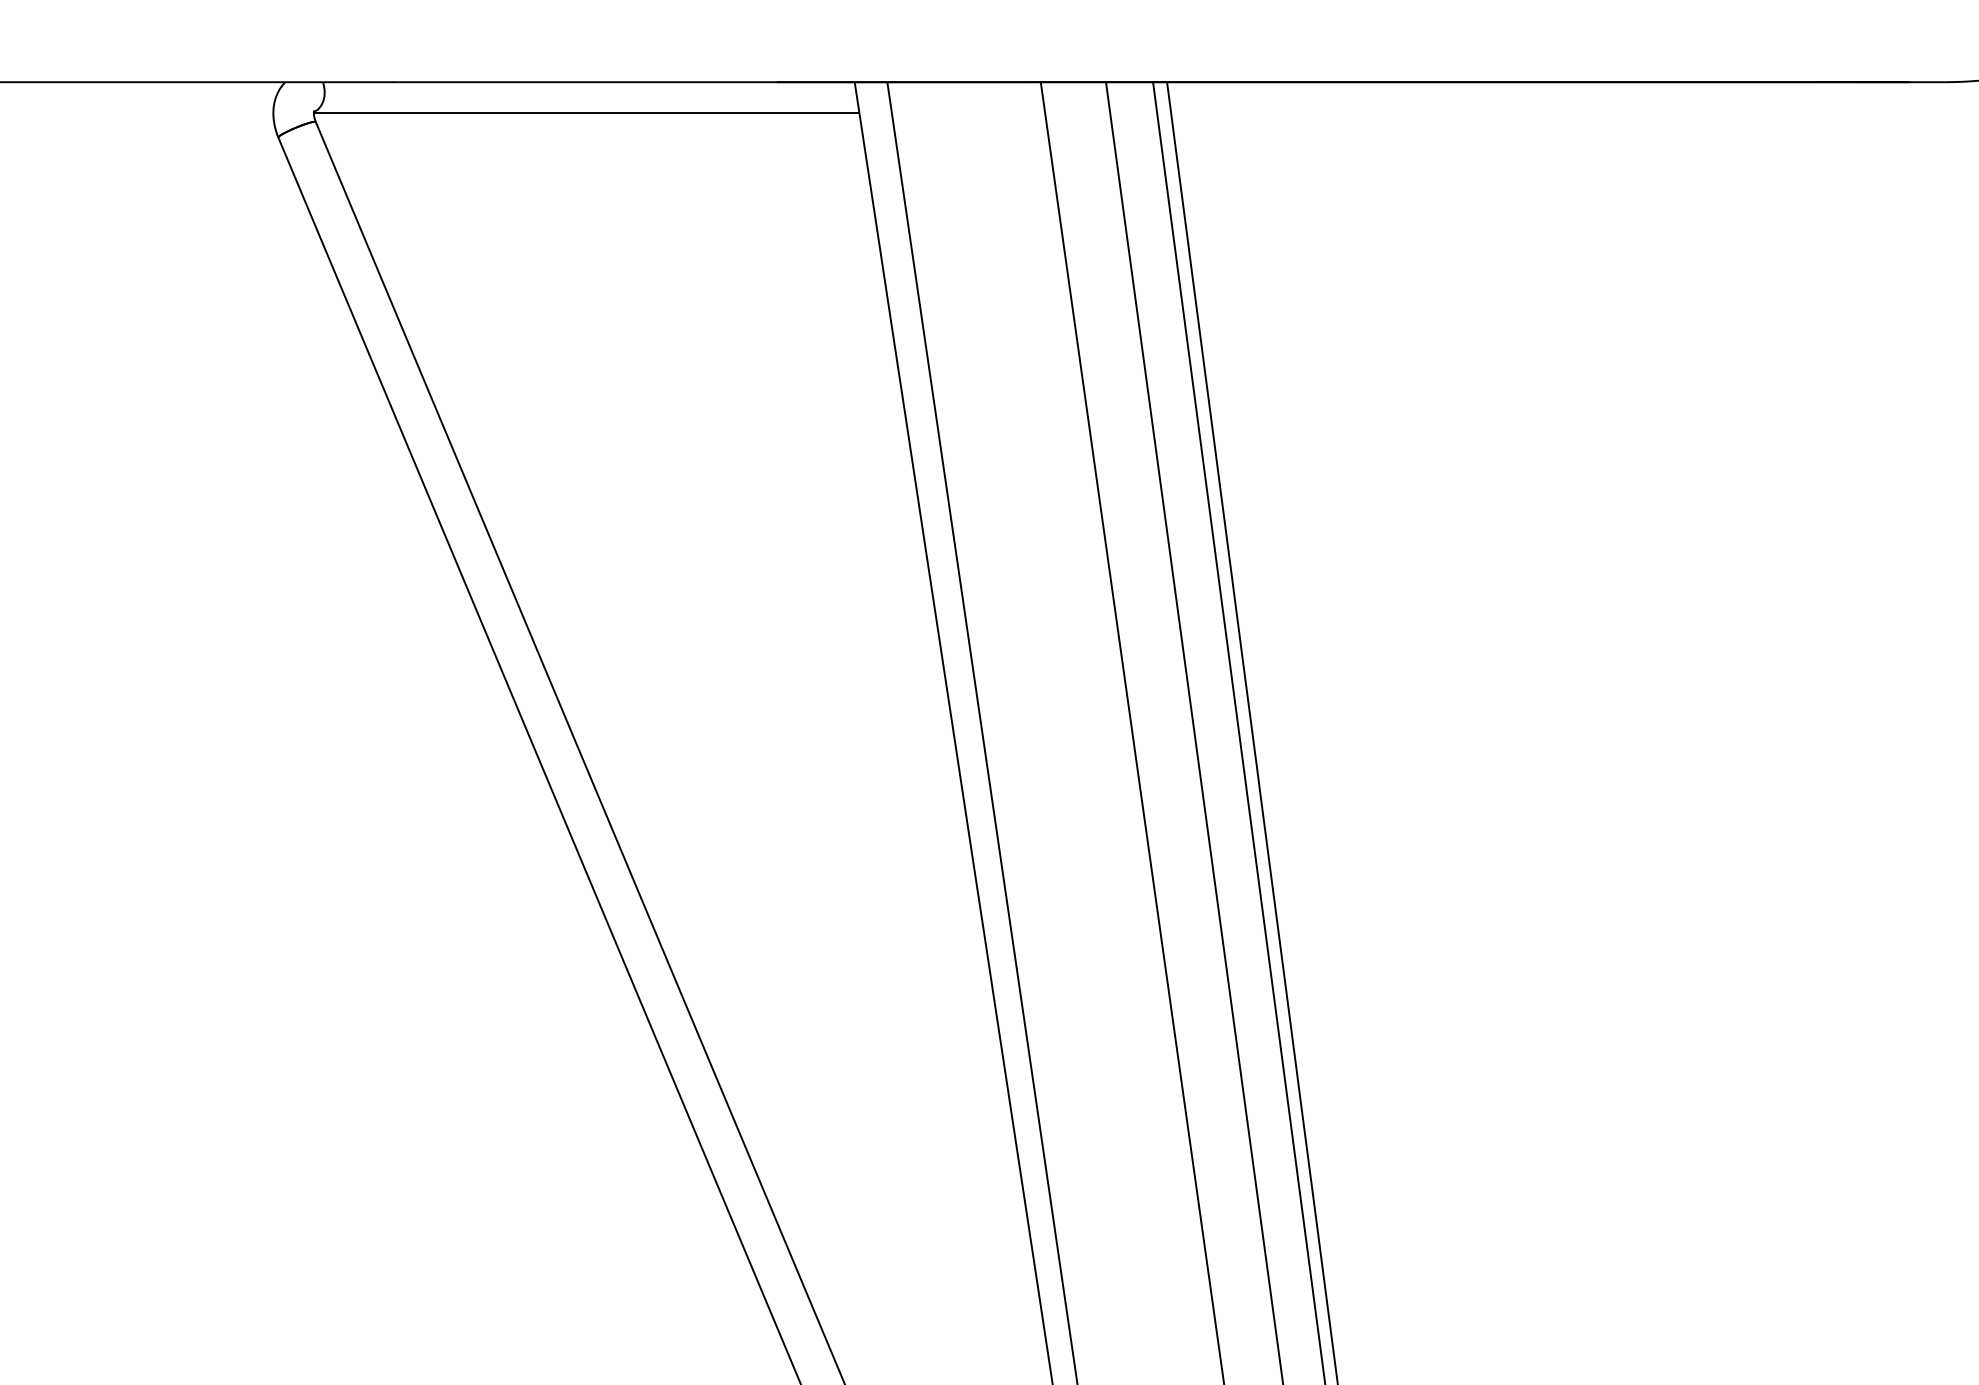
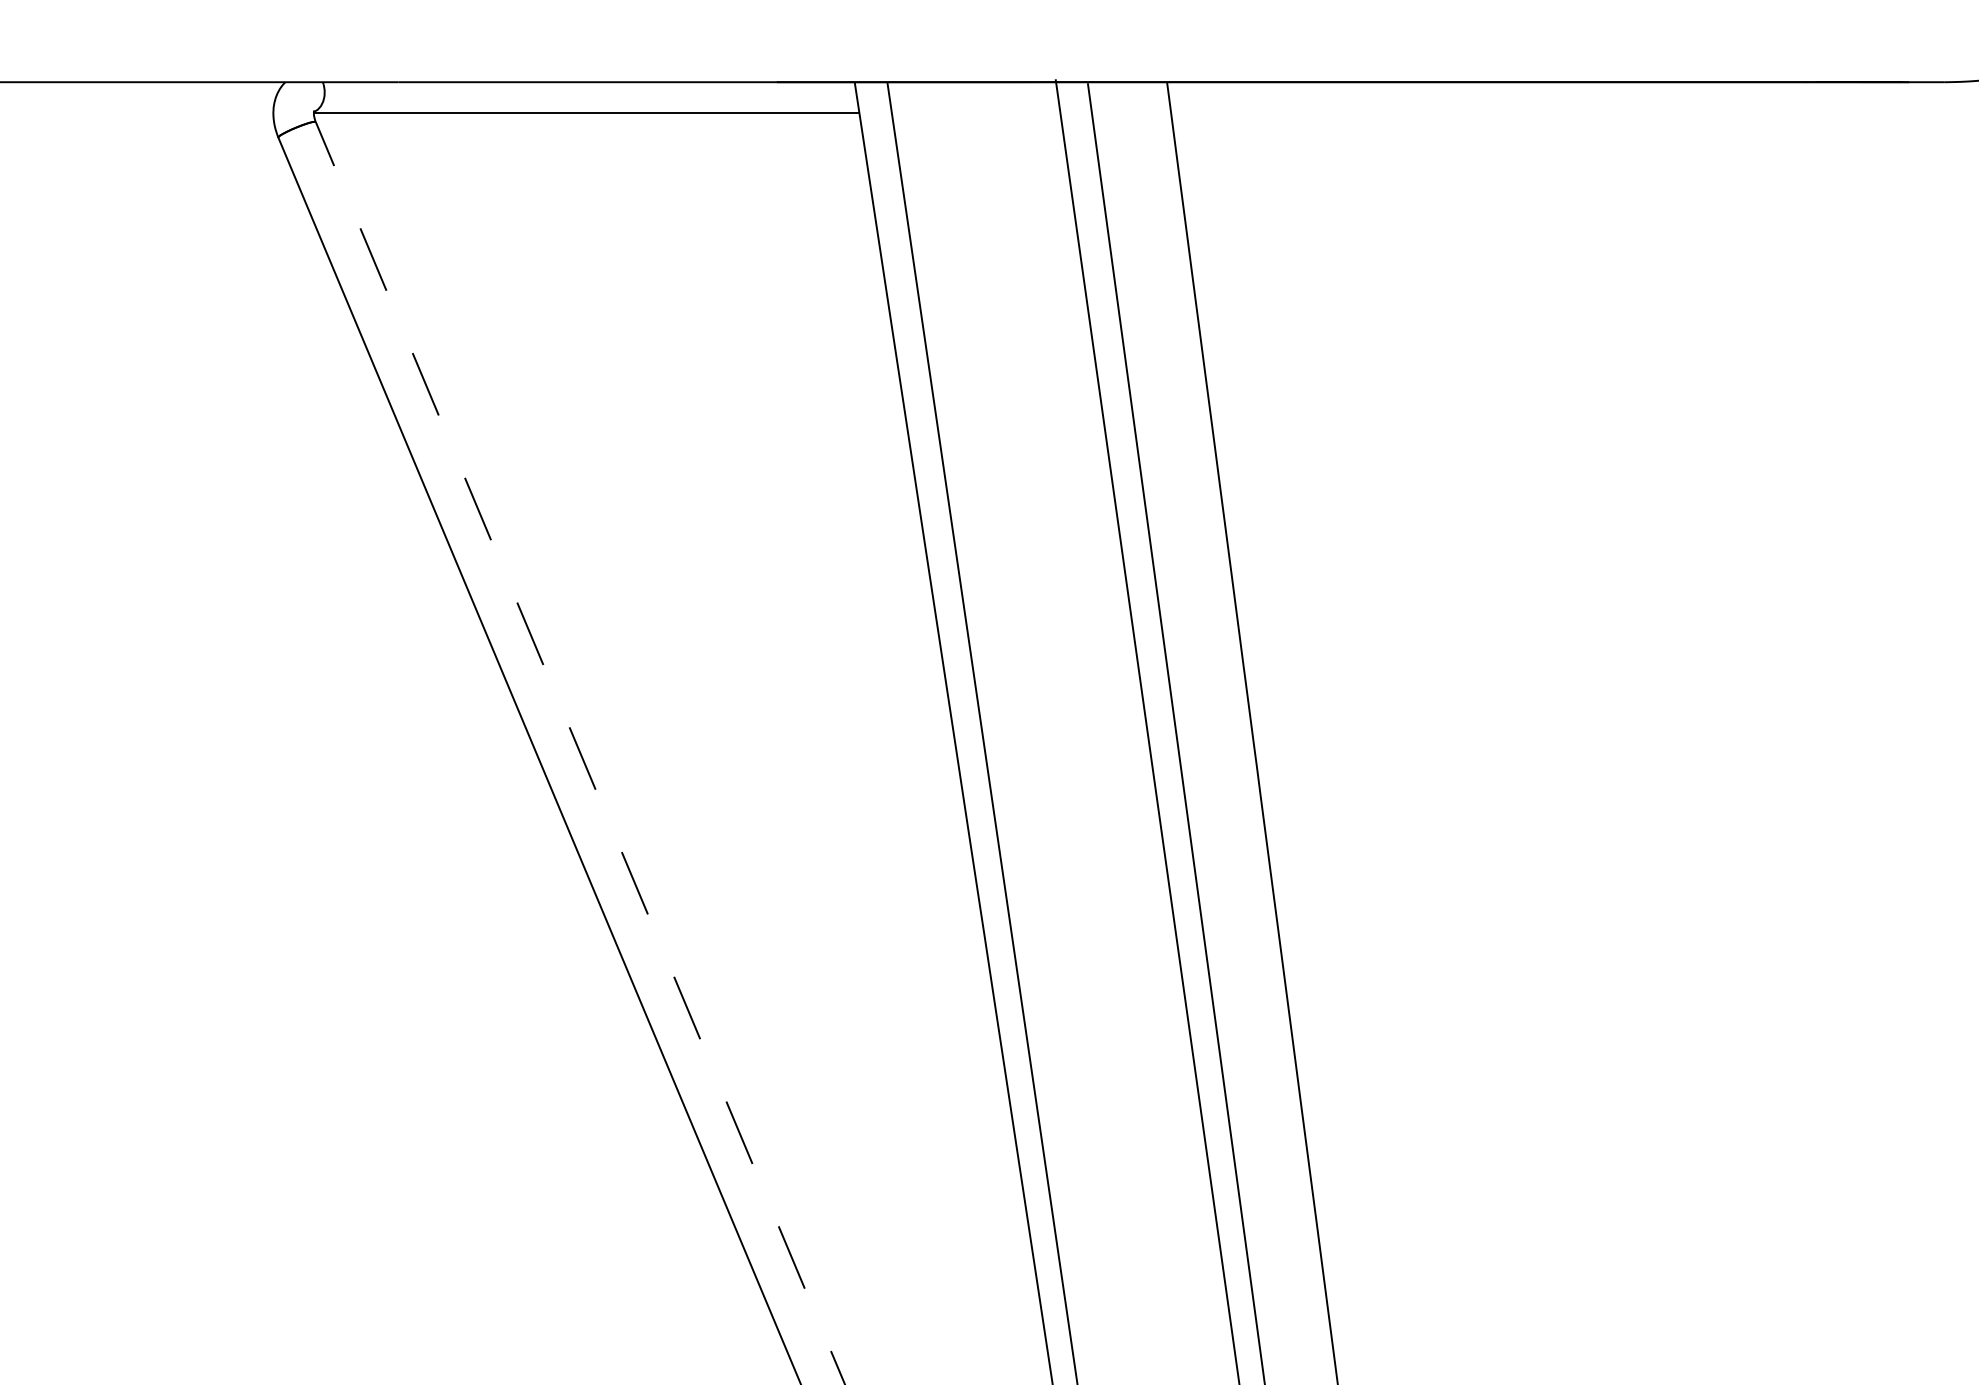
line at (1131, 731) position: (1131, 731) -> (1147, 730)
line at (1193, 731) position: (1193, 731) -> (1175, 732)
line at (1238, 731): present -> none
line at (580, 752): solid -> dashed
